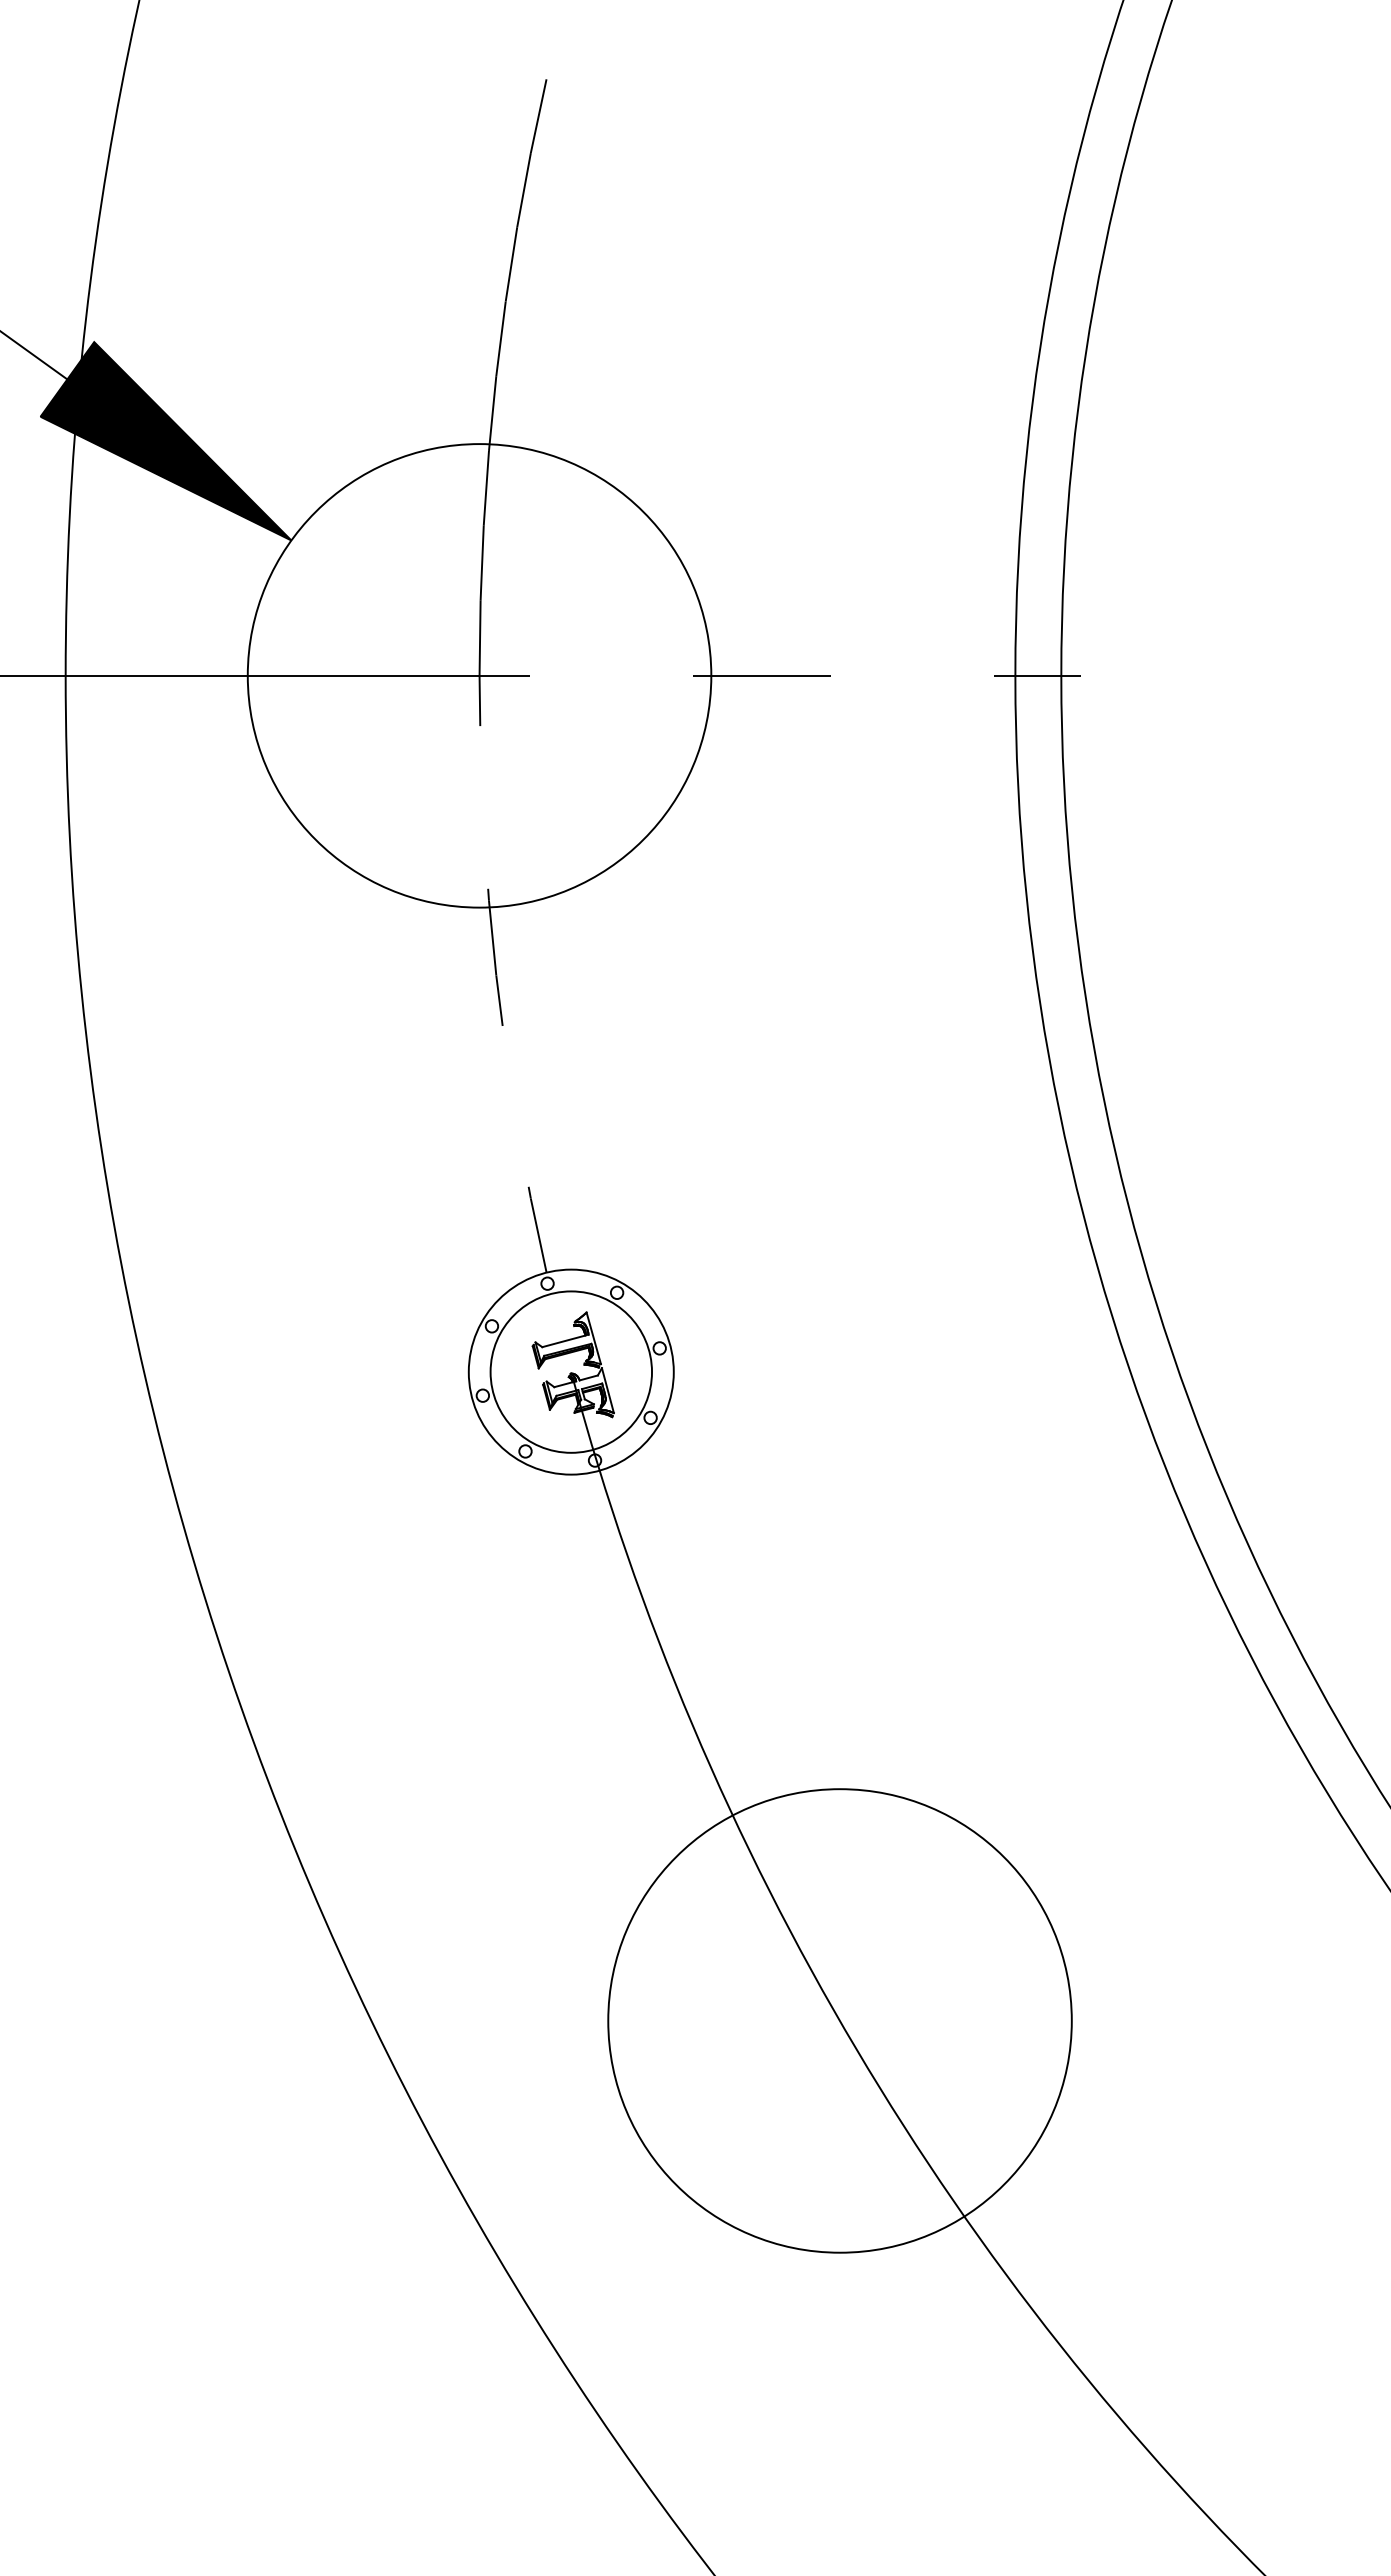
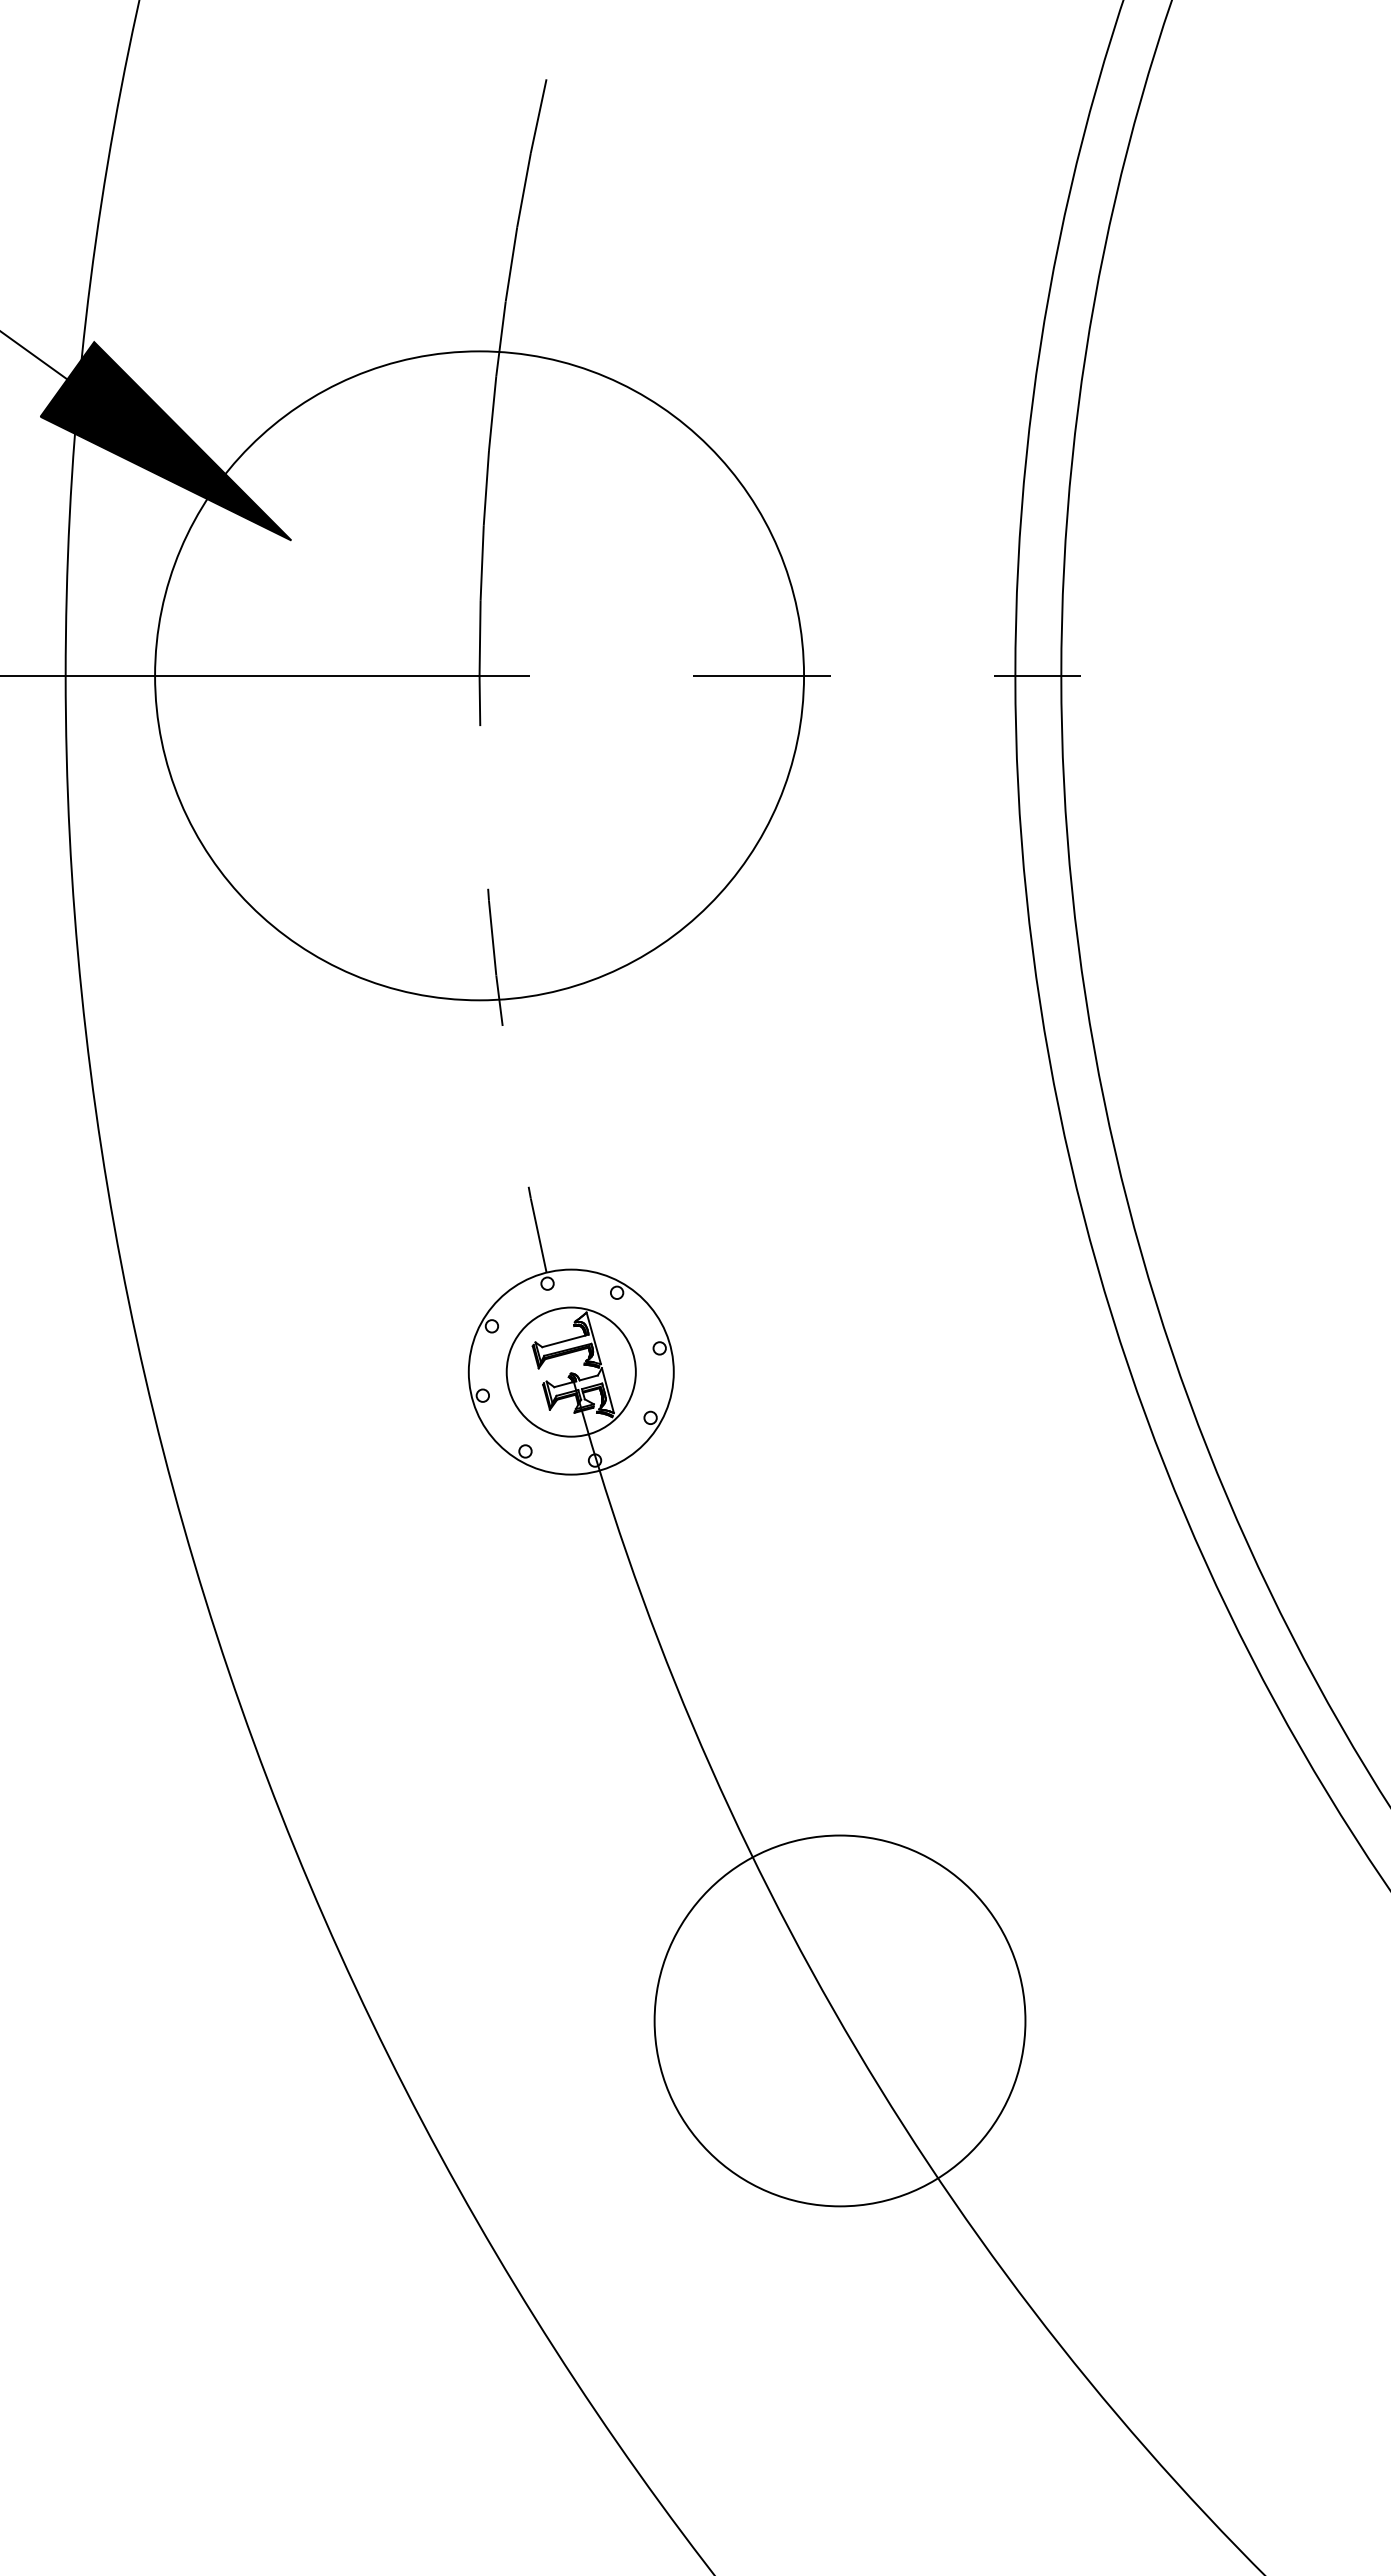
circle at (479, 675) diameter: 464 px -> 649 px
circle at (571, 1371) diameter: 161 px -> 129 px
circle at (839, 2020) diameter: 464 px -> 371 px
